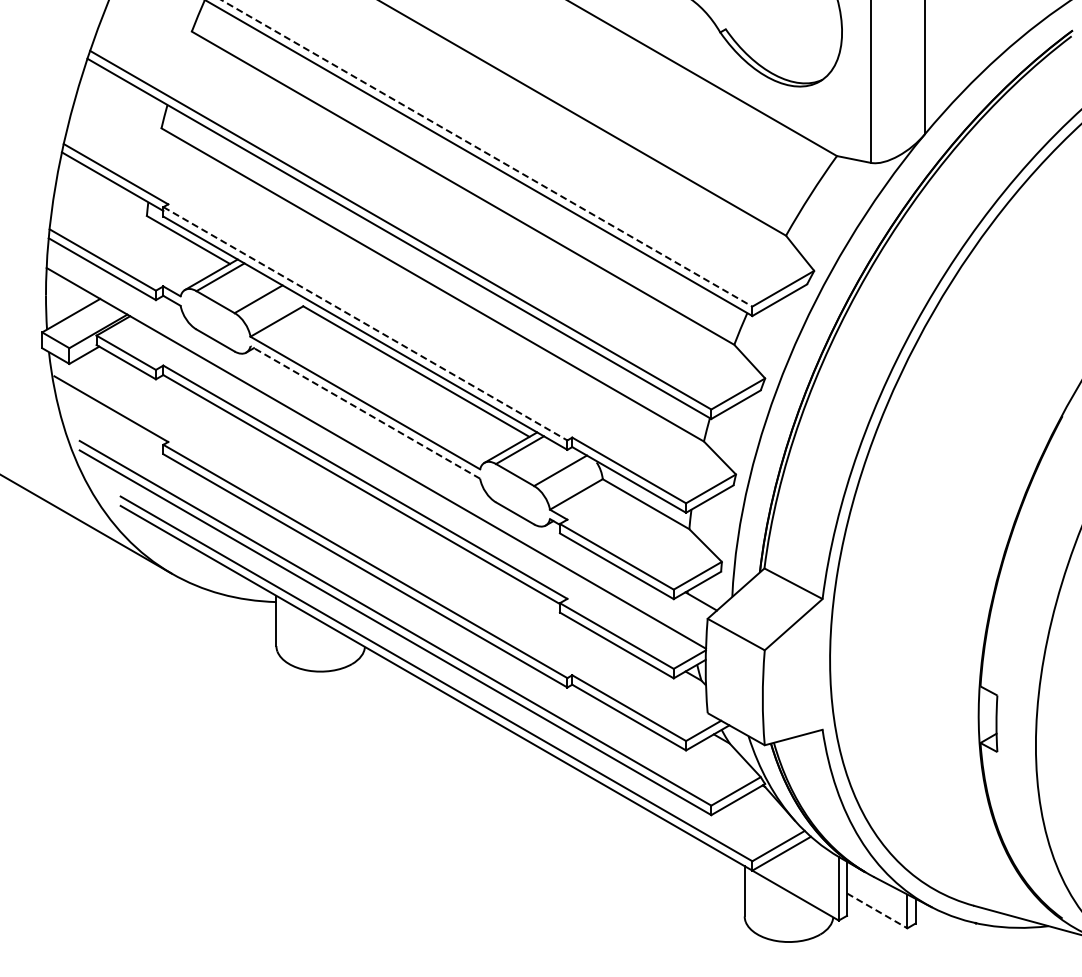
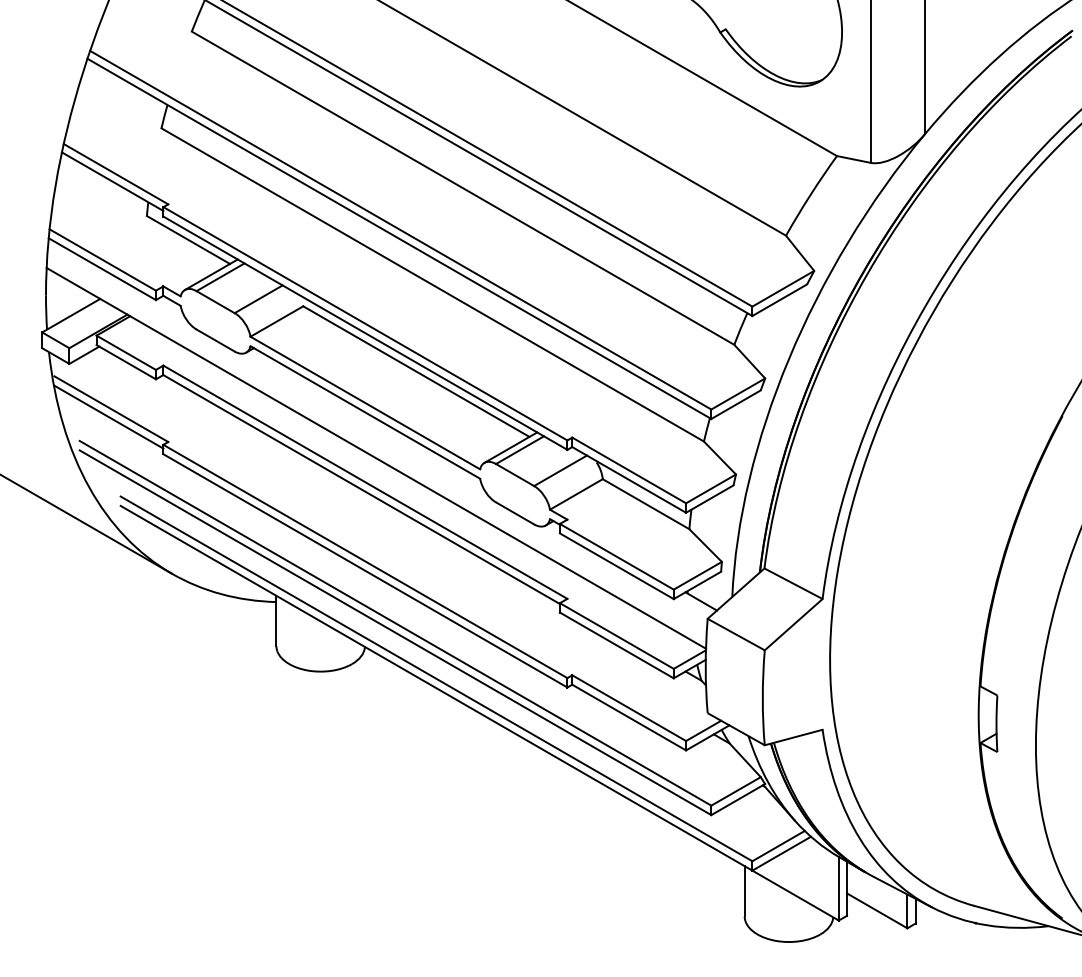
line at (487, 153): dashed -> solid
line at (365, 324): dashed -> solid
line at (365, 412): dashed -> solid
line at (108, 416): none -> present
line at (877, 910): dashed -> solid
